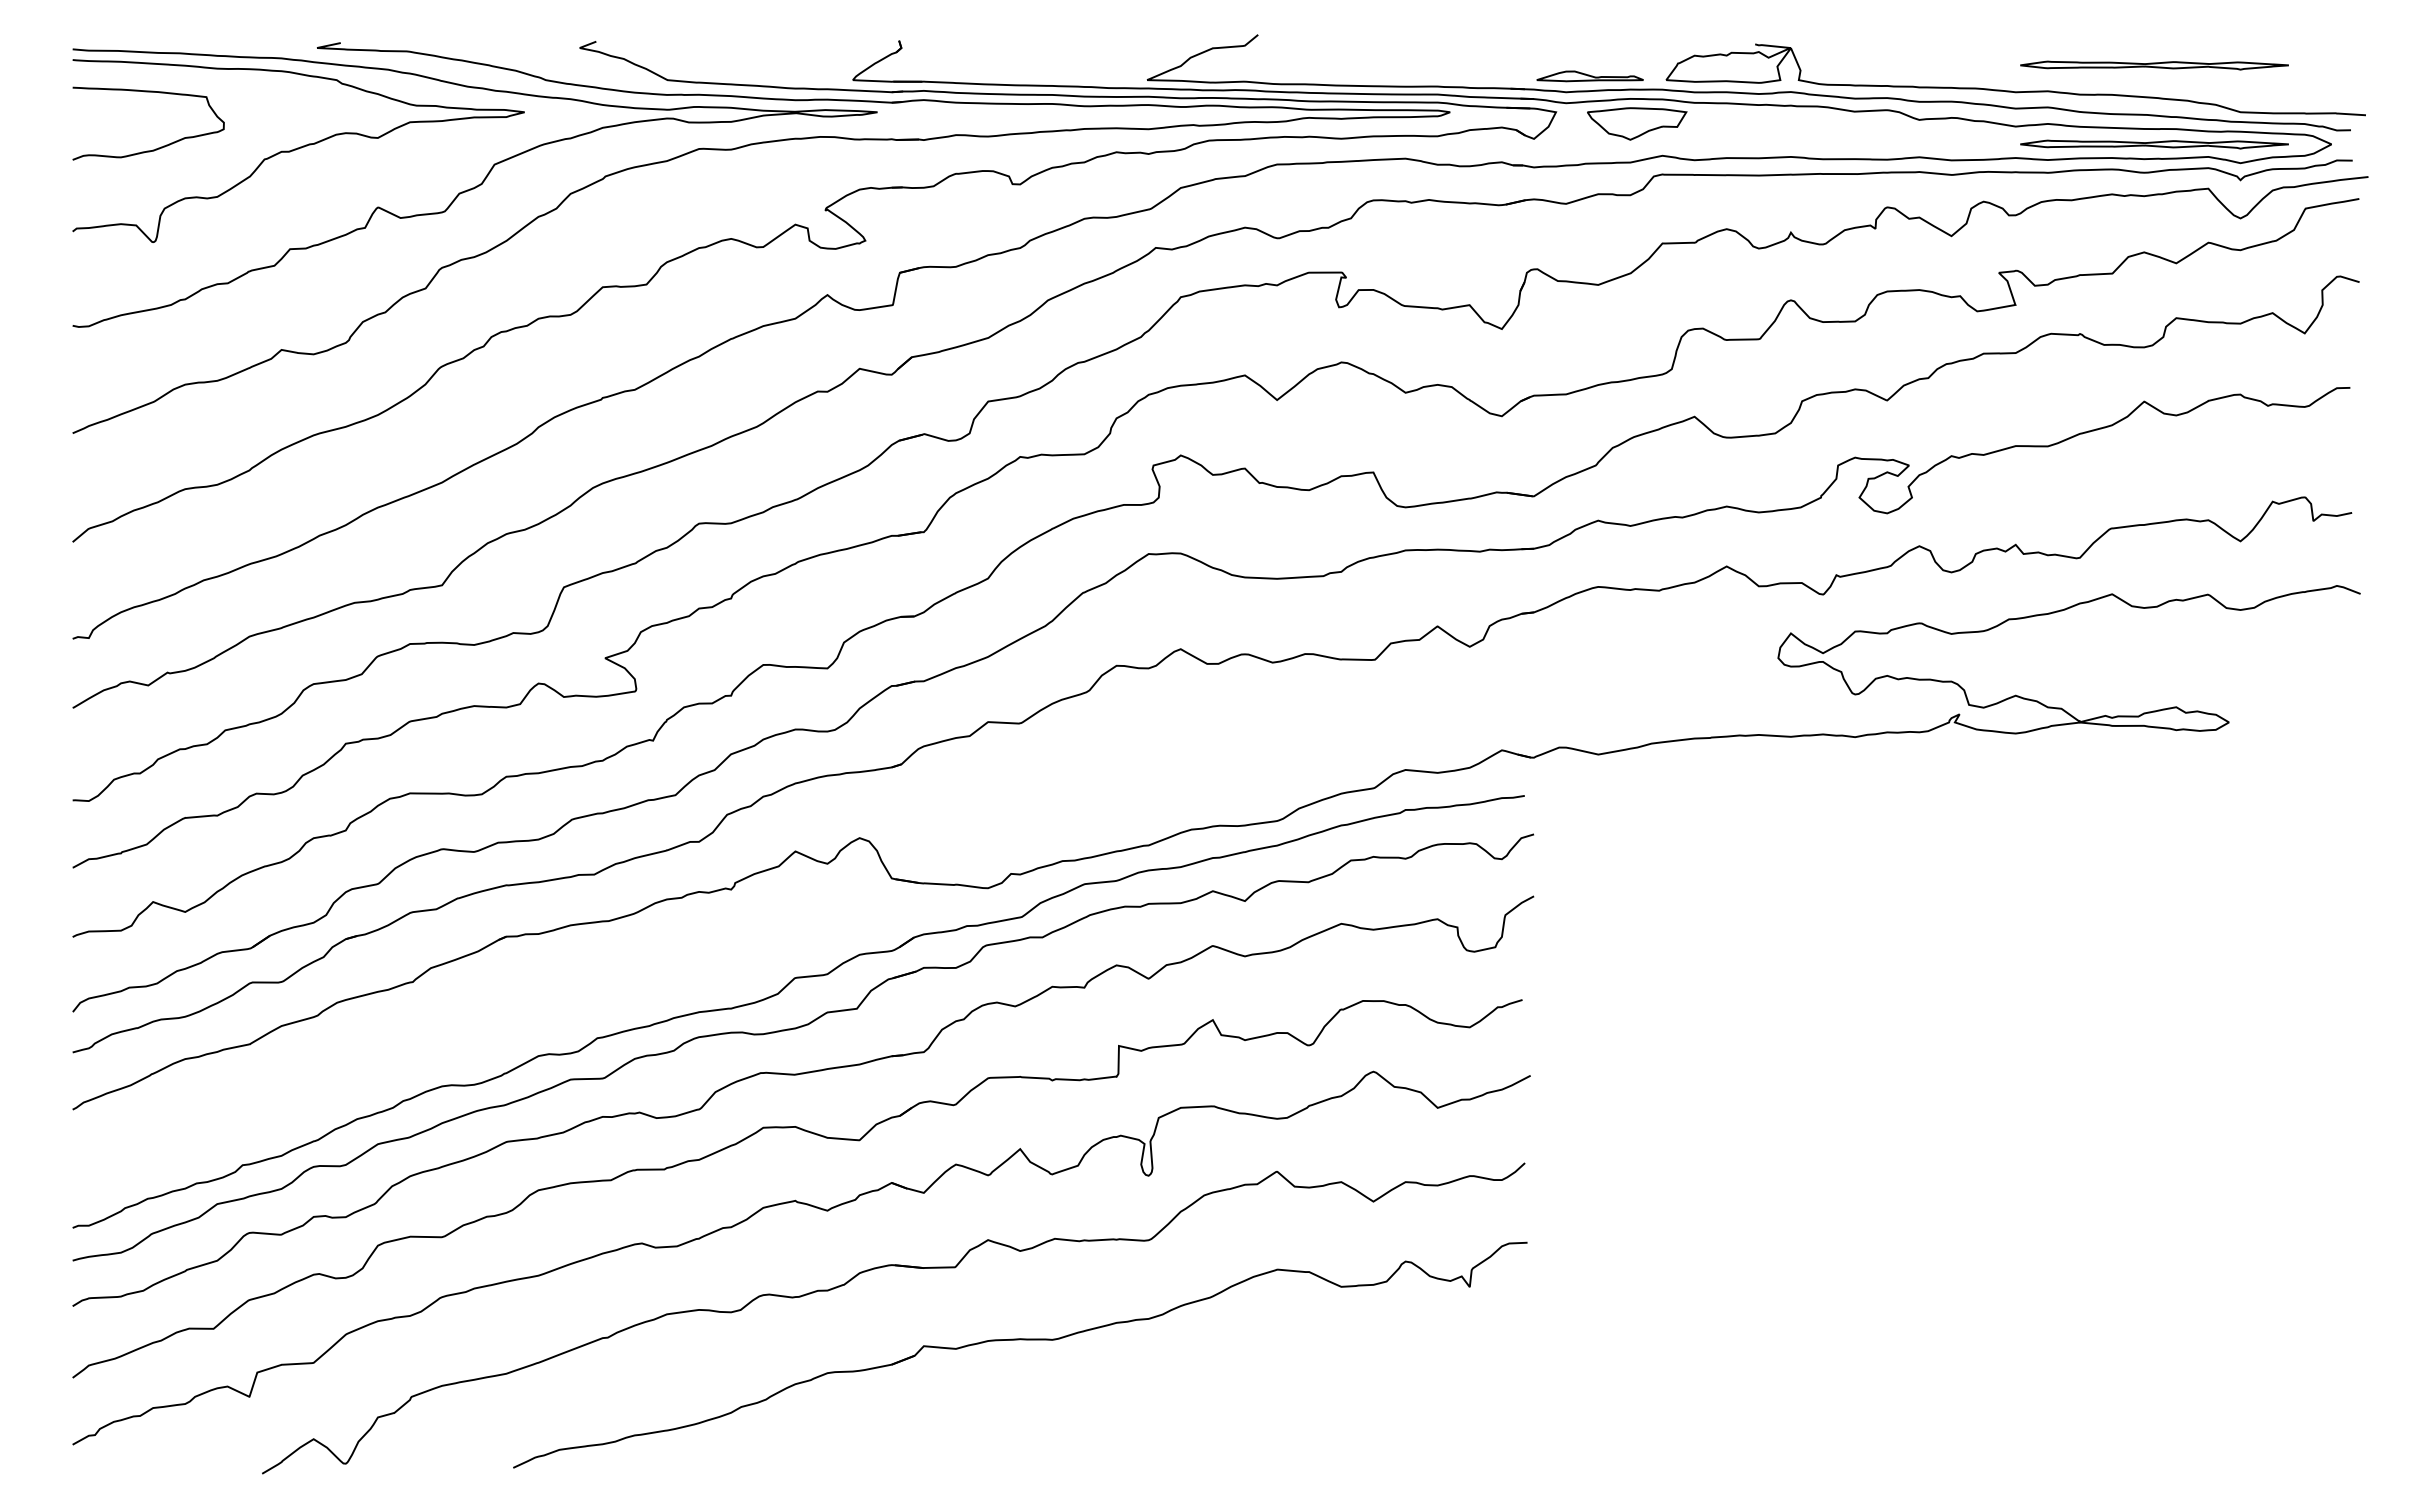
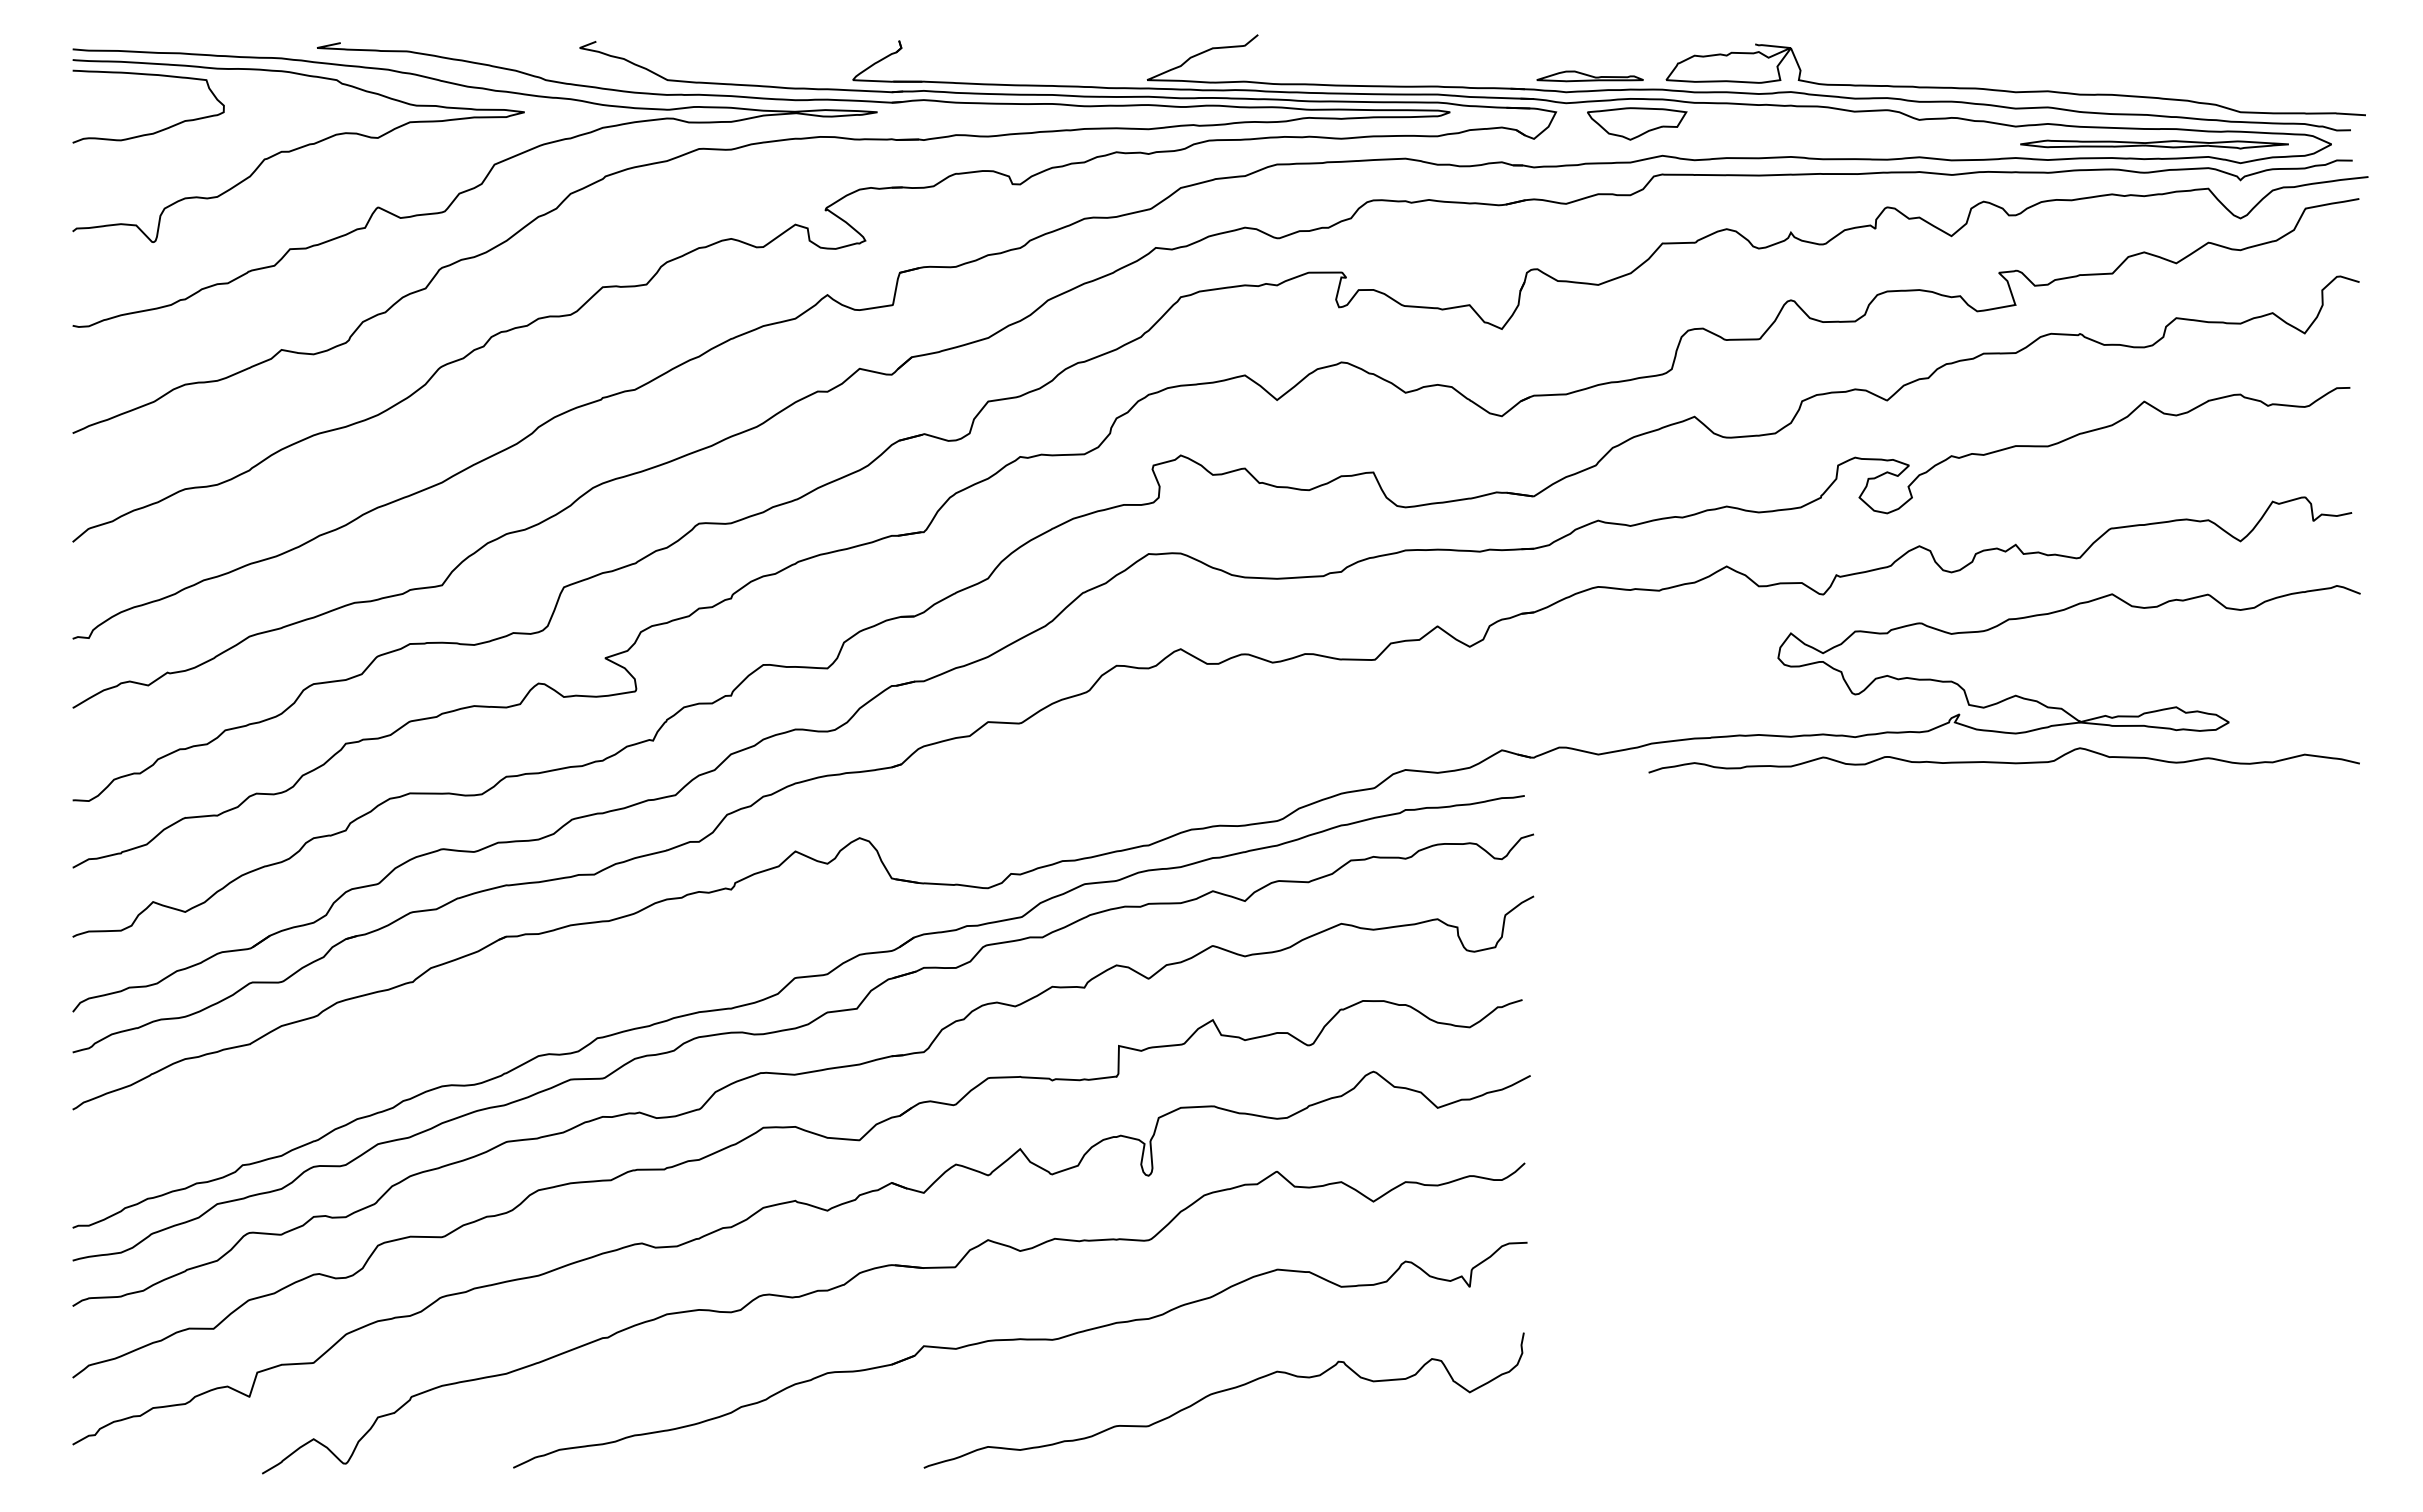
part at (2154, 65): present -> none
curve at (155, 148) position: (155, 148) -> (155, 131)
curve at (2003, 761): none -> present
curve at (1221, 1392): none -> present
